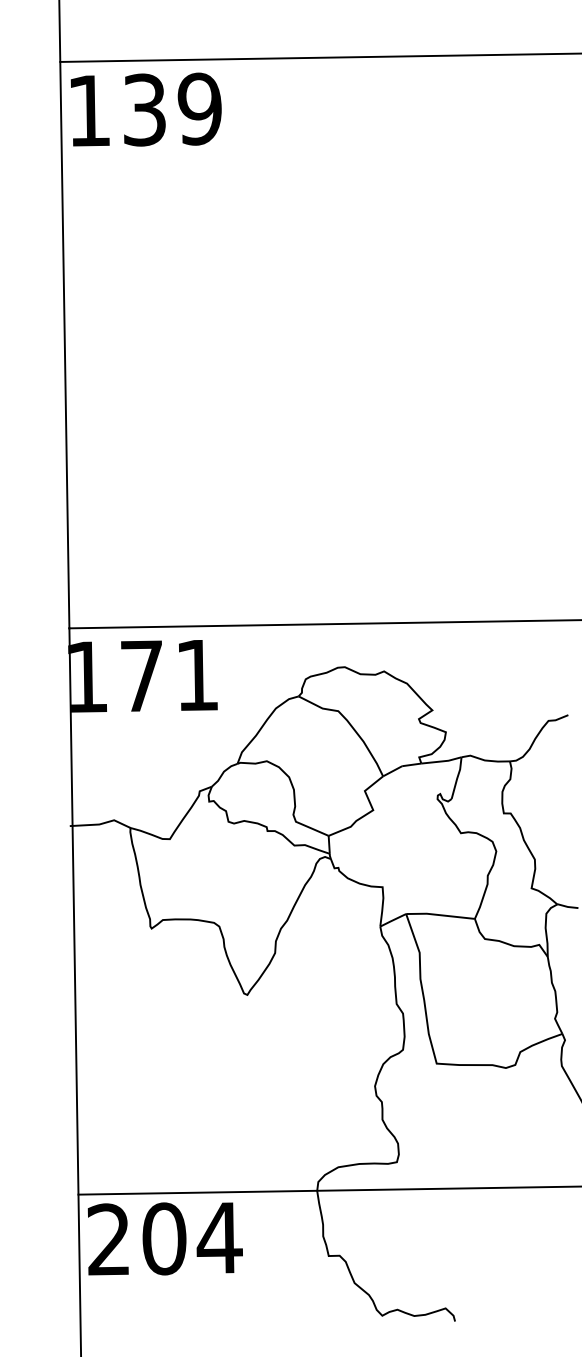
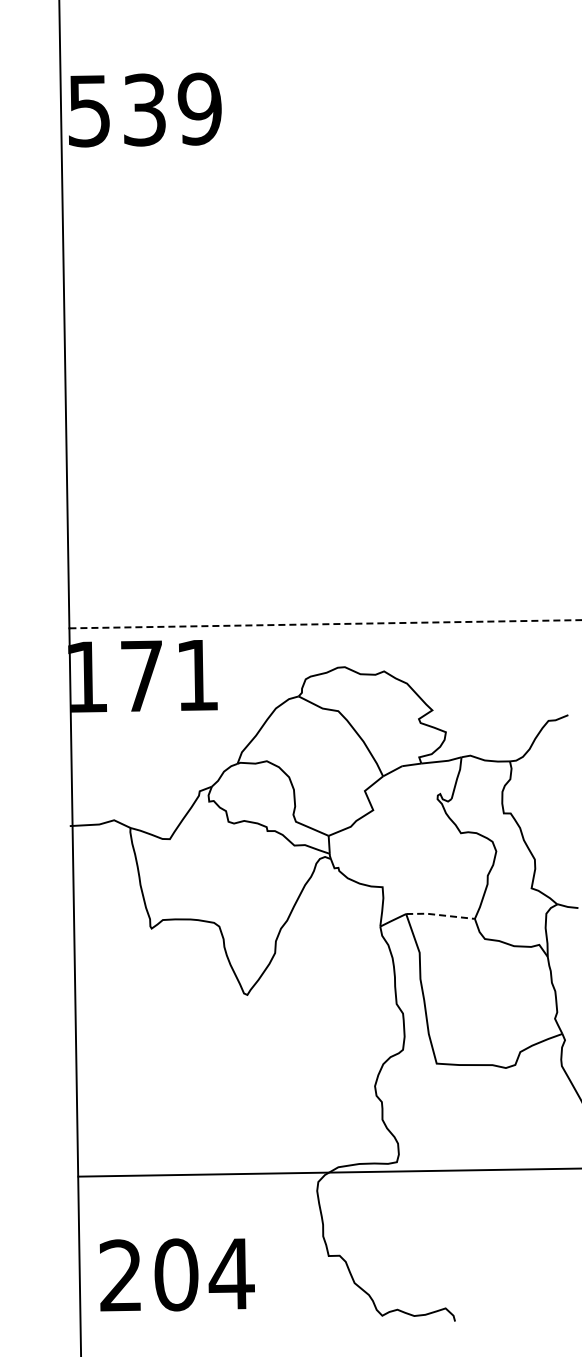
line at (319, 57): present -> none
text at (89, 111): 139 -> 539
line at (325, 624): solid -> dashed
line at (440, 915): solid -> dashed
line at (328, 1190) position: (328, 1190) -> (328, 1172)
text at (164, 1238) position: (164, 1238) -> (176, 1274)
